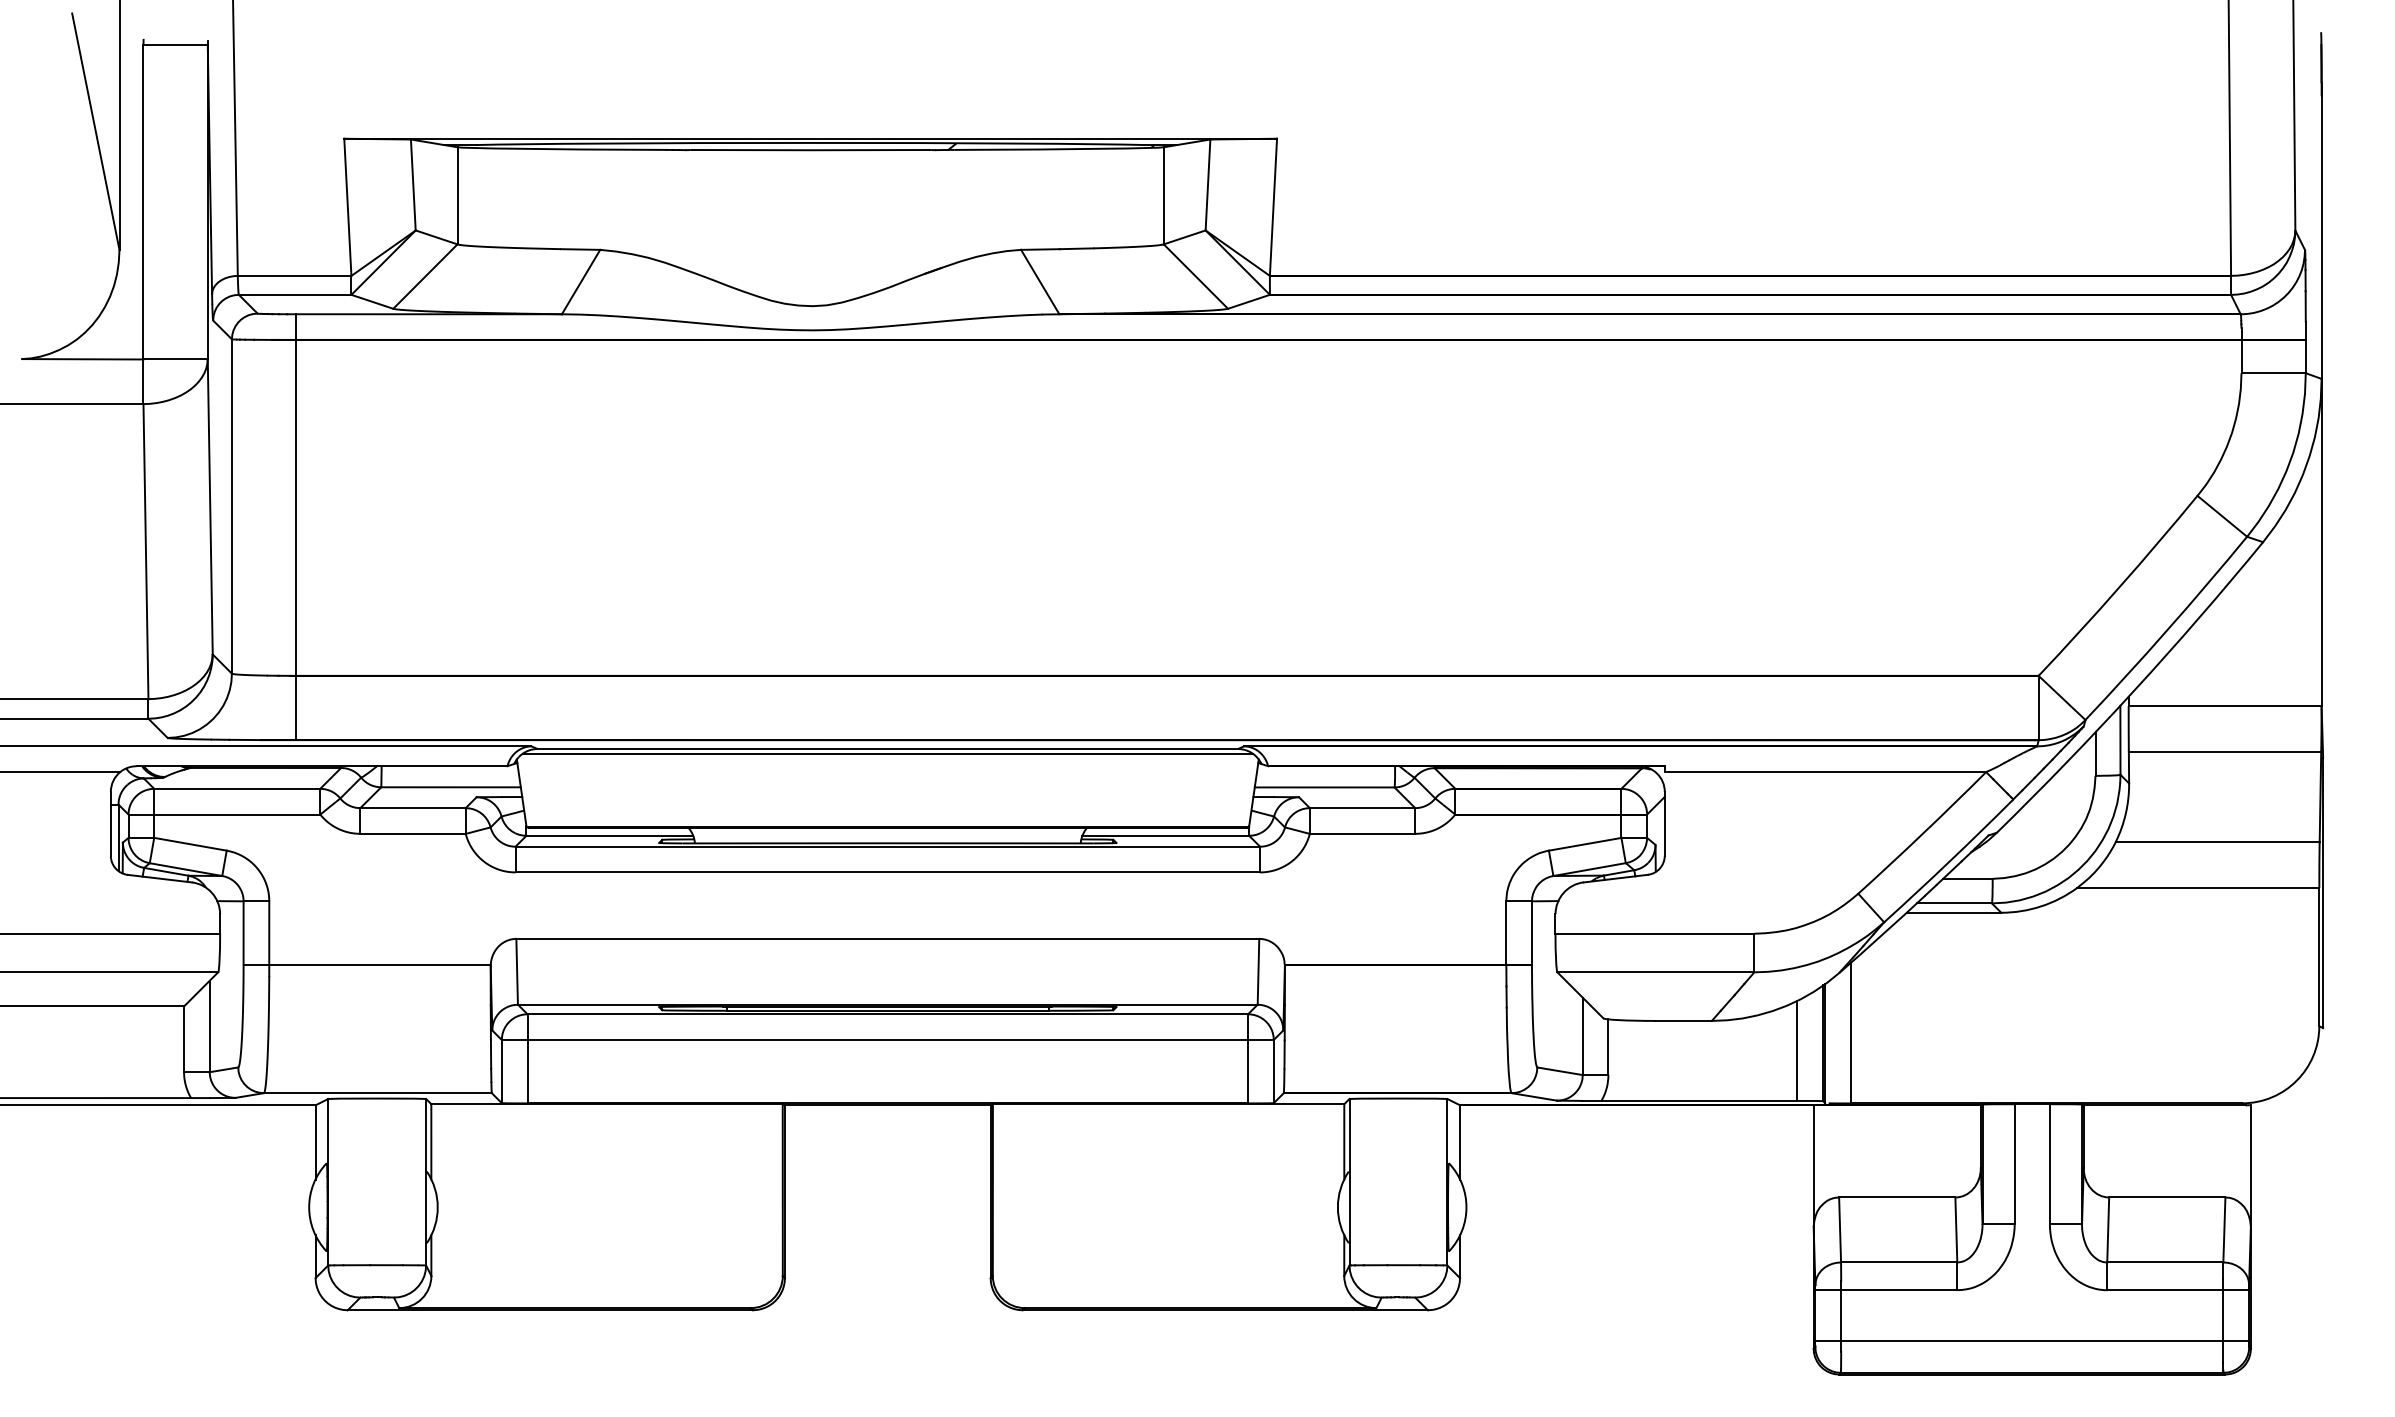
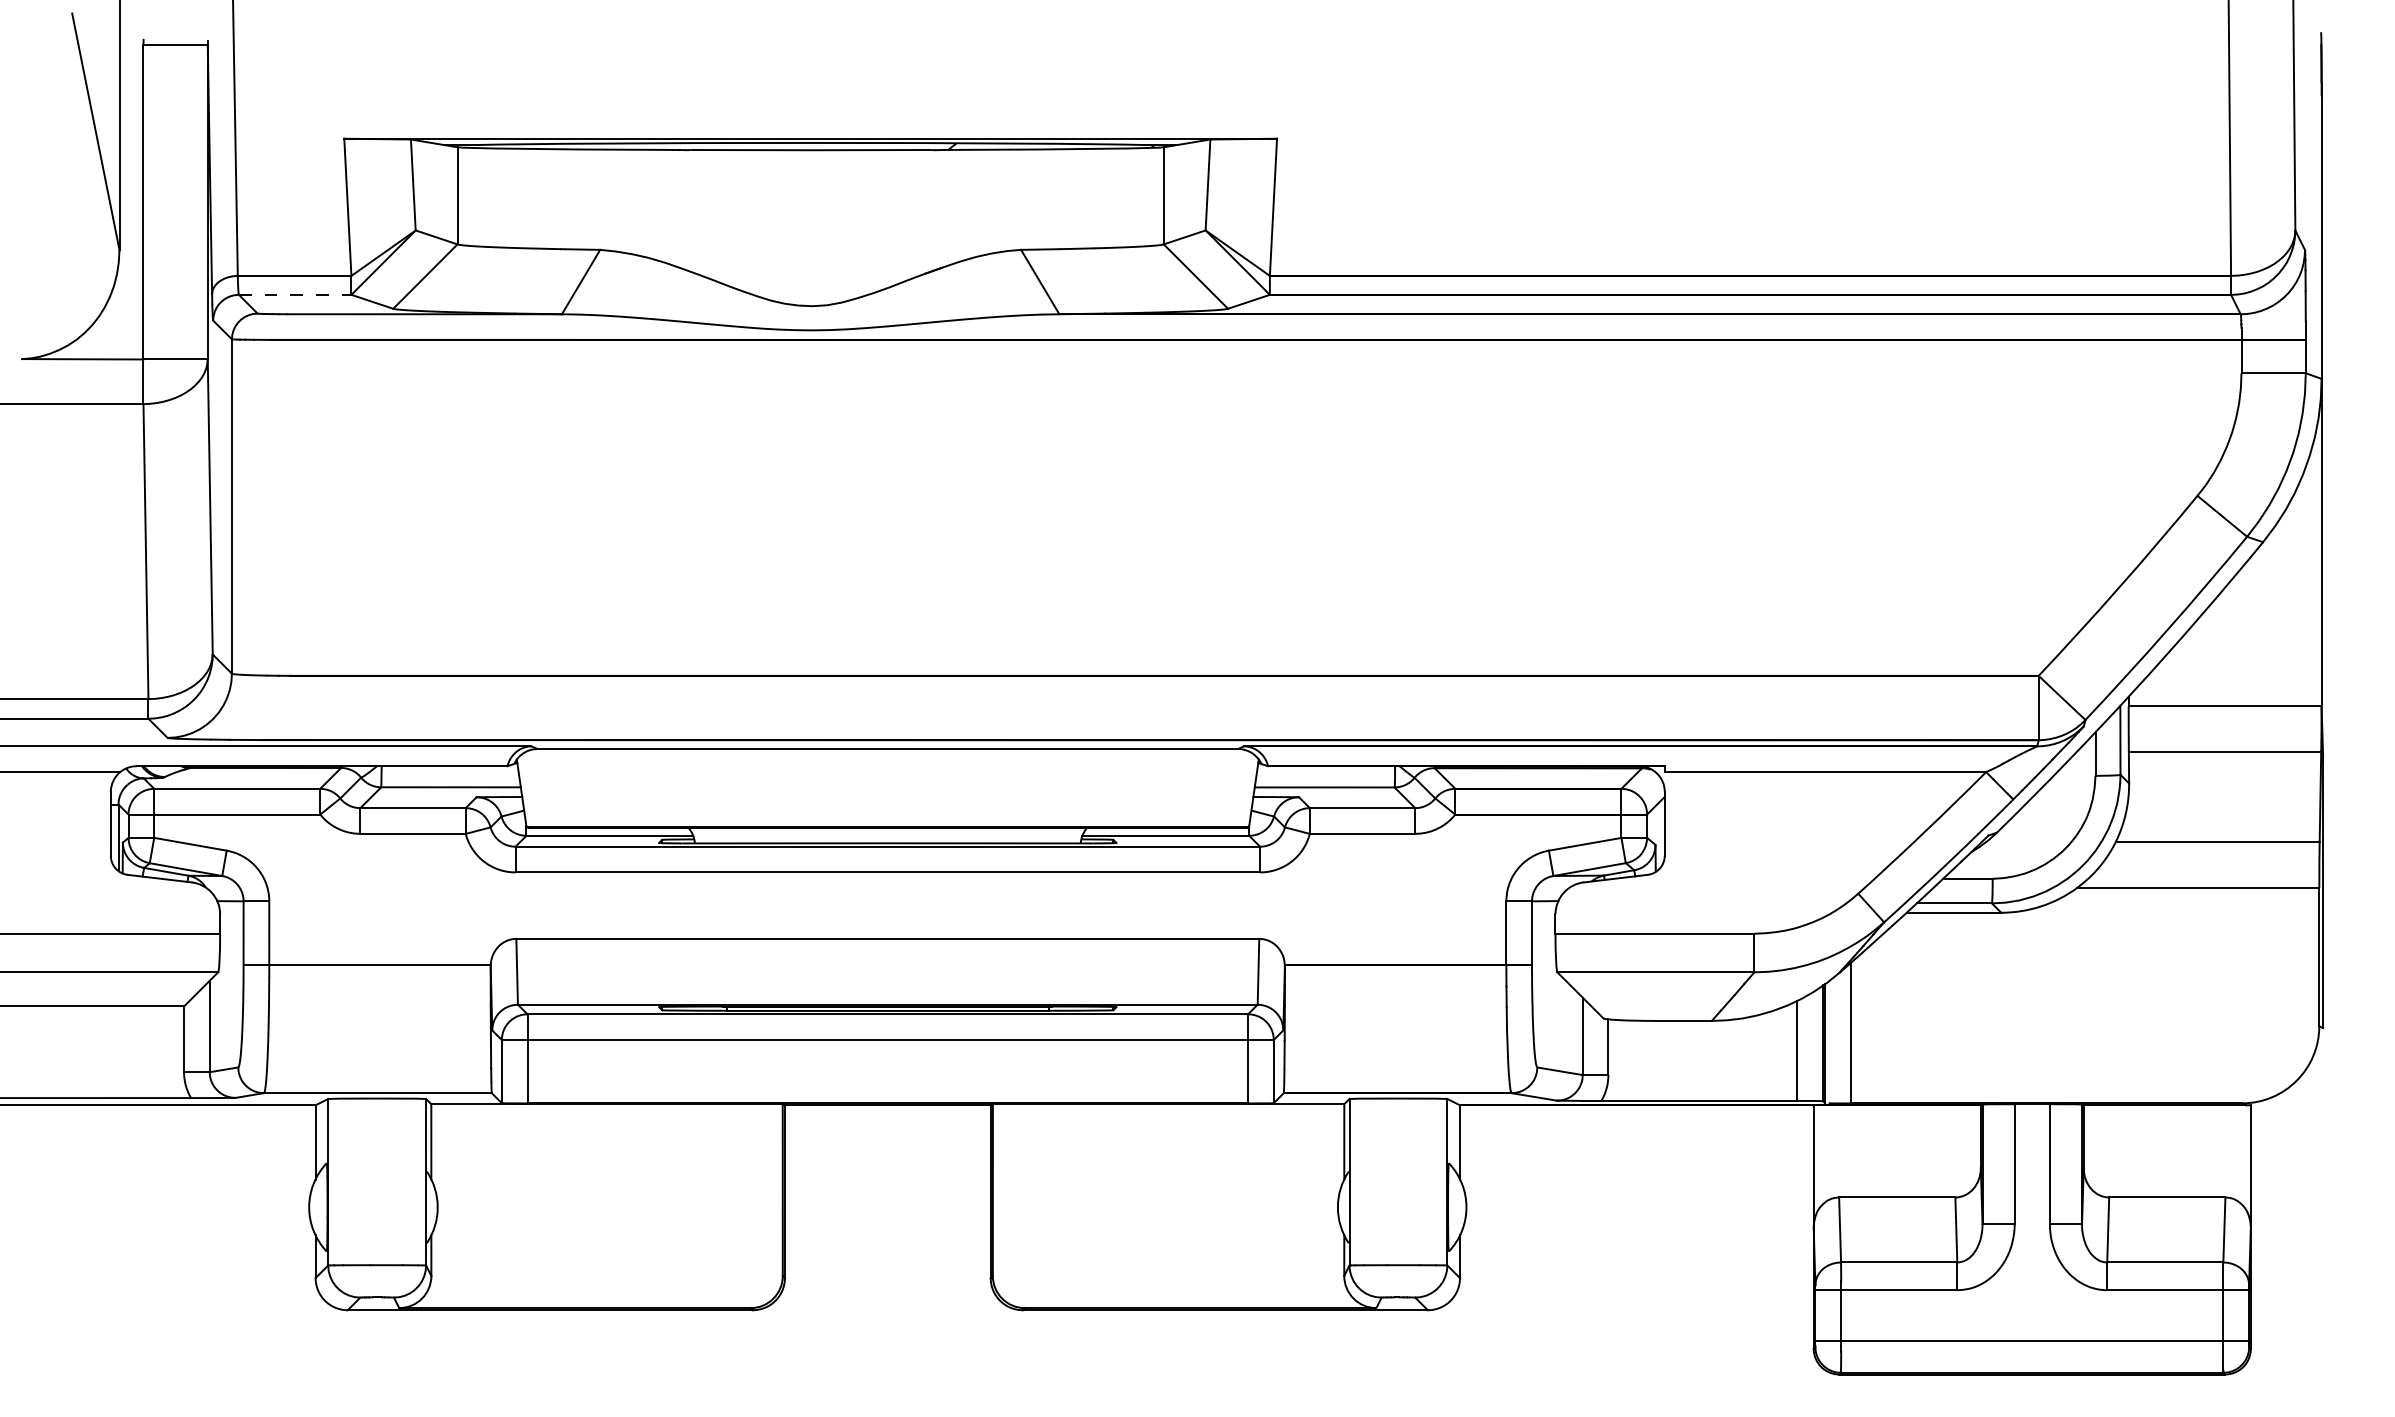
line at (295, 294): solid -> dashed
line at (296, 527): present -> none
line at (887, 753): present -> none
